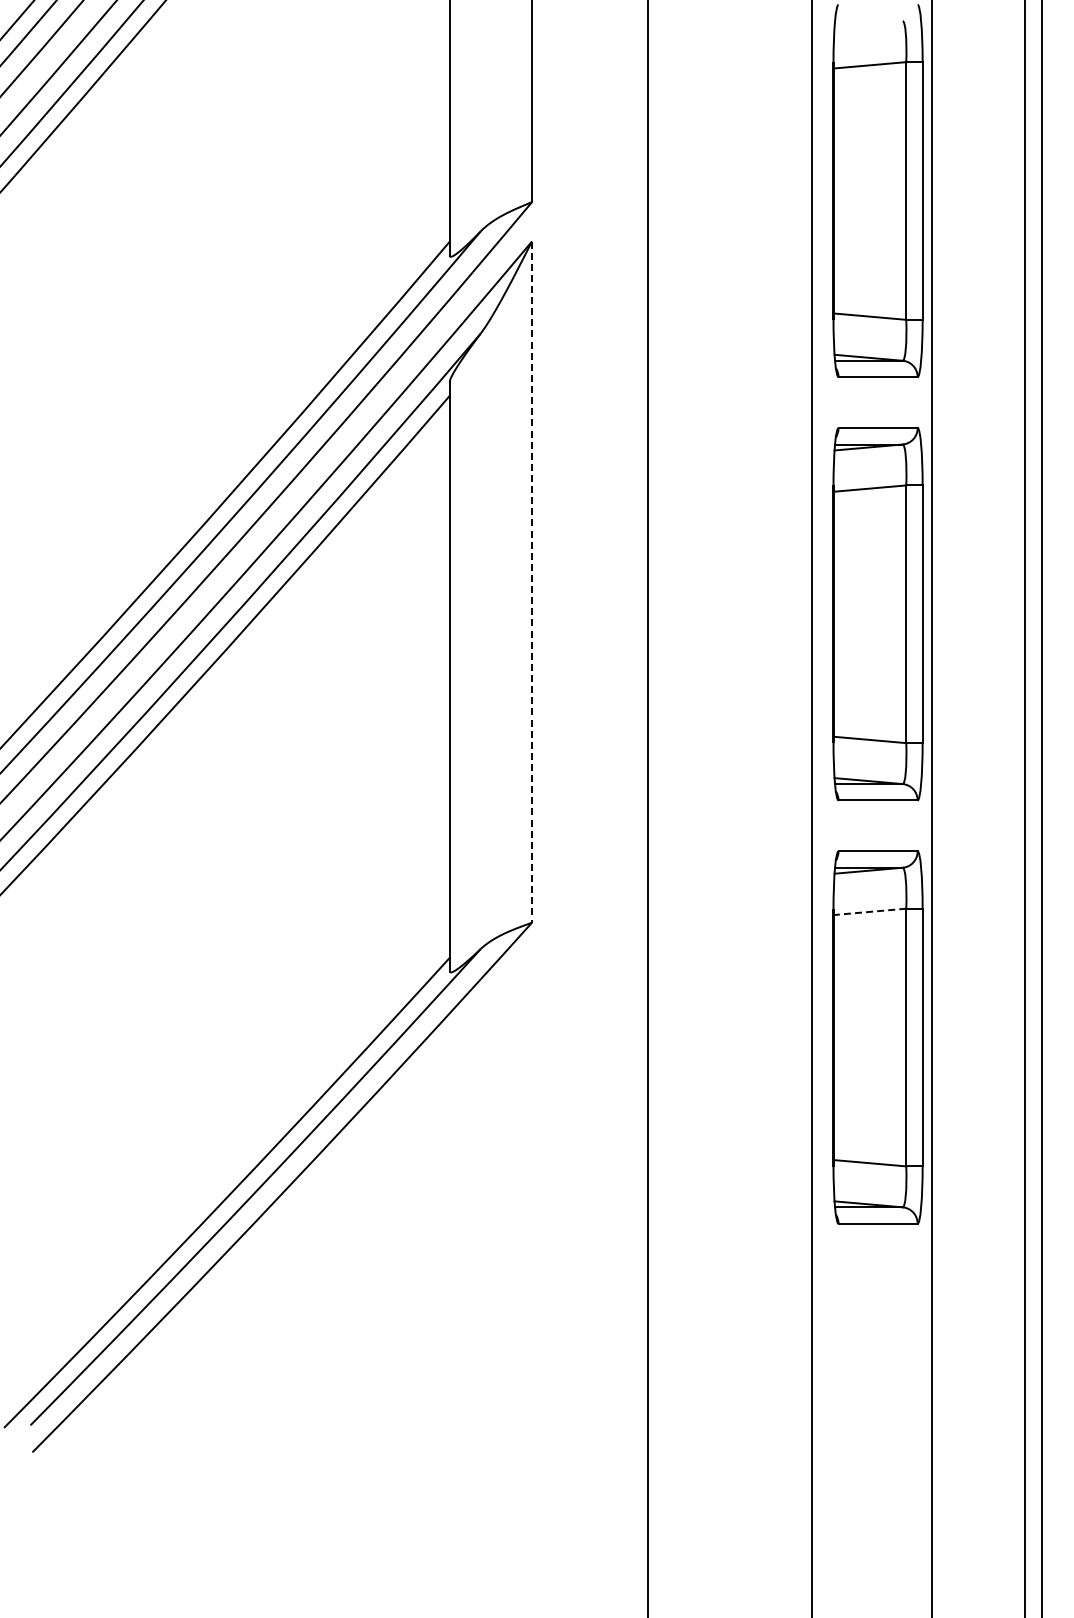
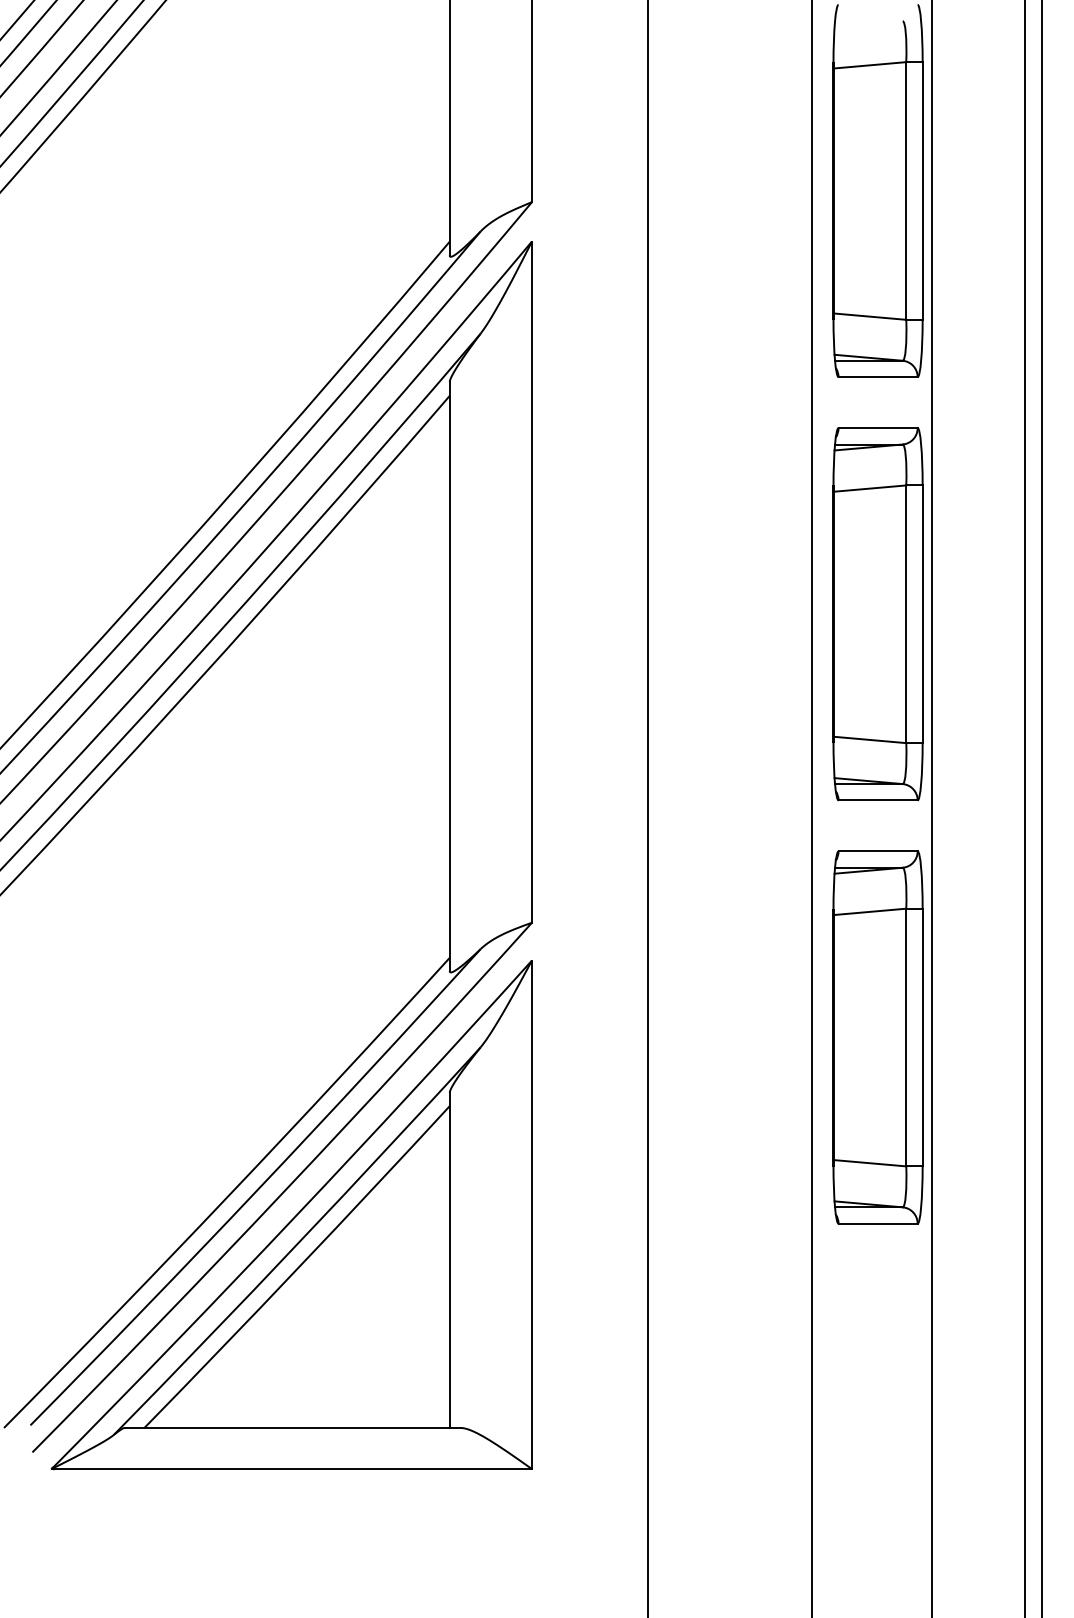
line at (531, 582): dashed -> solid
line at (869, 911): dashed -> solid
part at (291, 1215): none -> present
